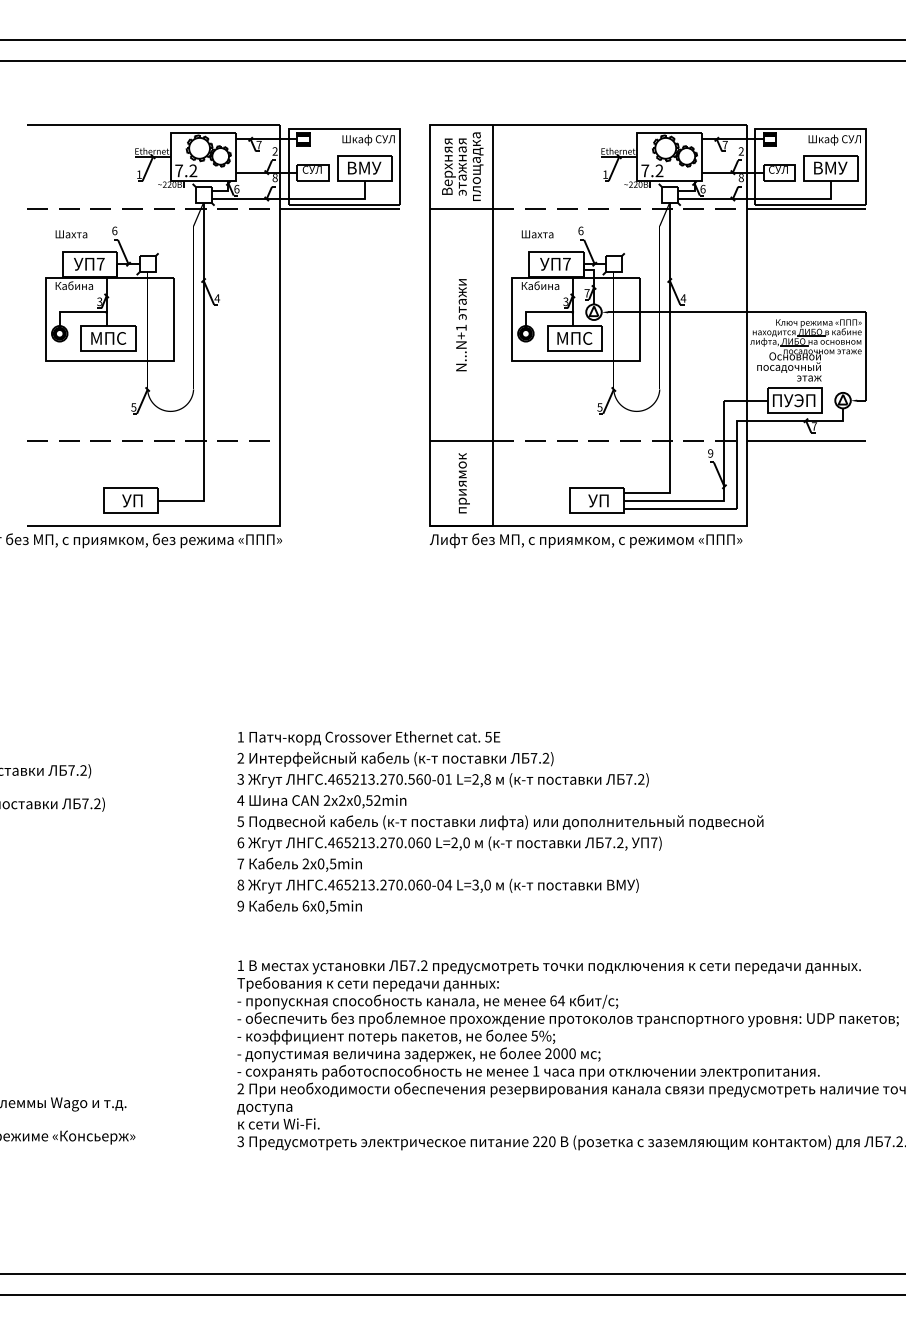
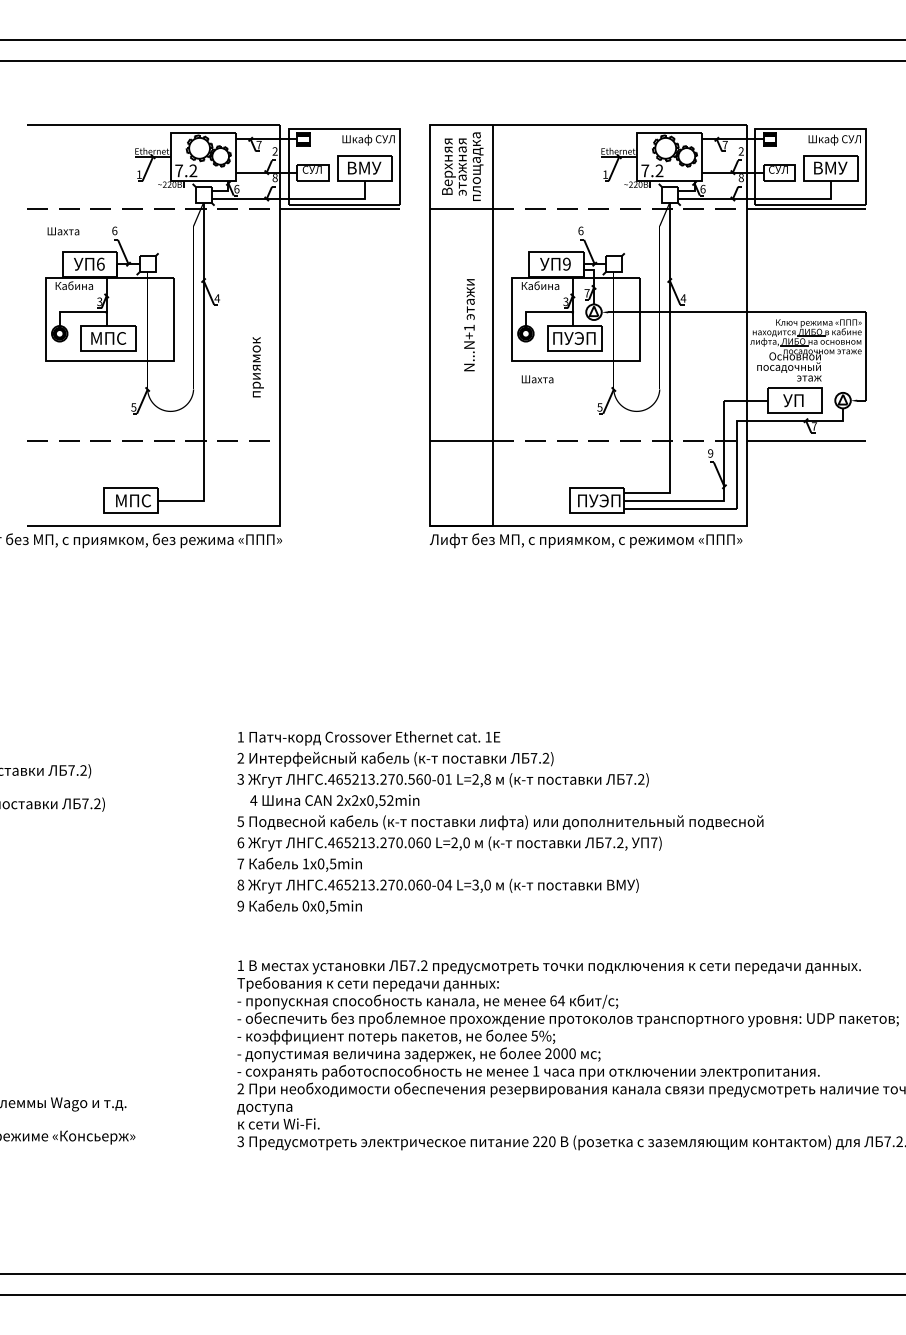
text at (71, 234) position: (71, 234) -> (63, 231)
text at (537, 234) position: (537, 234) -> (537, 379)
text at (100, 263): 7 -> 6
text at (566, 263): 7 -> 9
text at (461, 325) position: (461, 325) -> (469, 325)
text at (574, 338): МПС -> ПУЭП
text at (794, 400): ПУЭП -> УП
text at (463, 483) position: (463, 483) -> (257, 367)
text at (133, 500): УП -> МПС
text at (599, 500): УП -> ПУЭП
text at (488, 737): 5E -> 1E
text at (321, 801) position: (321, 801) -> (334, 801)
text at (305, 863): 2 -> 1
text at (305, 905): 6 -> 0
